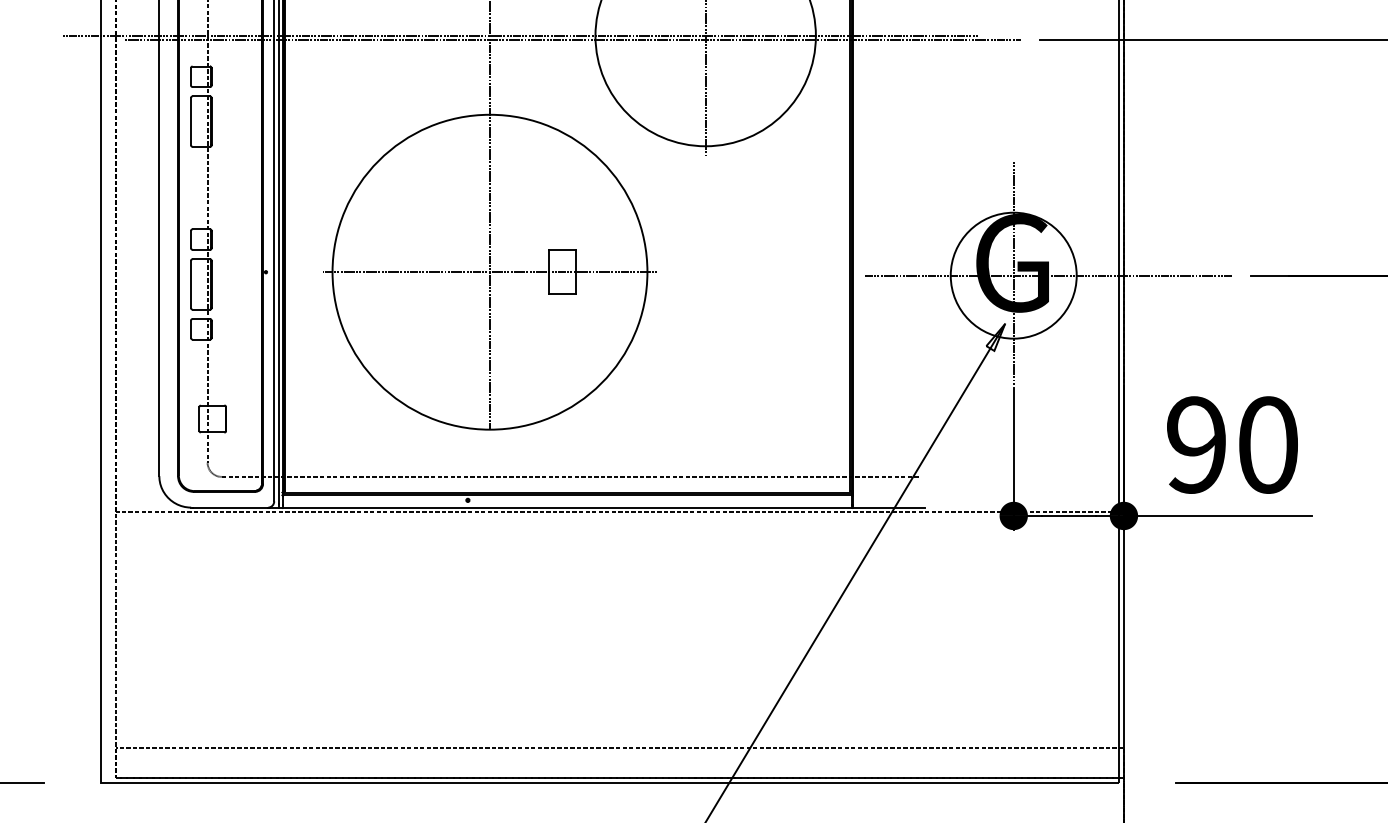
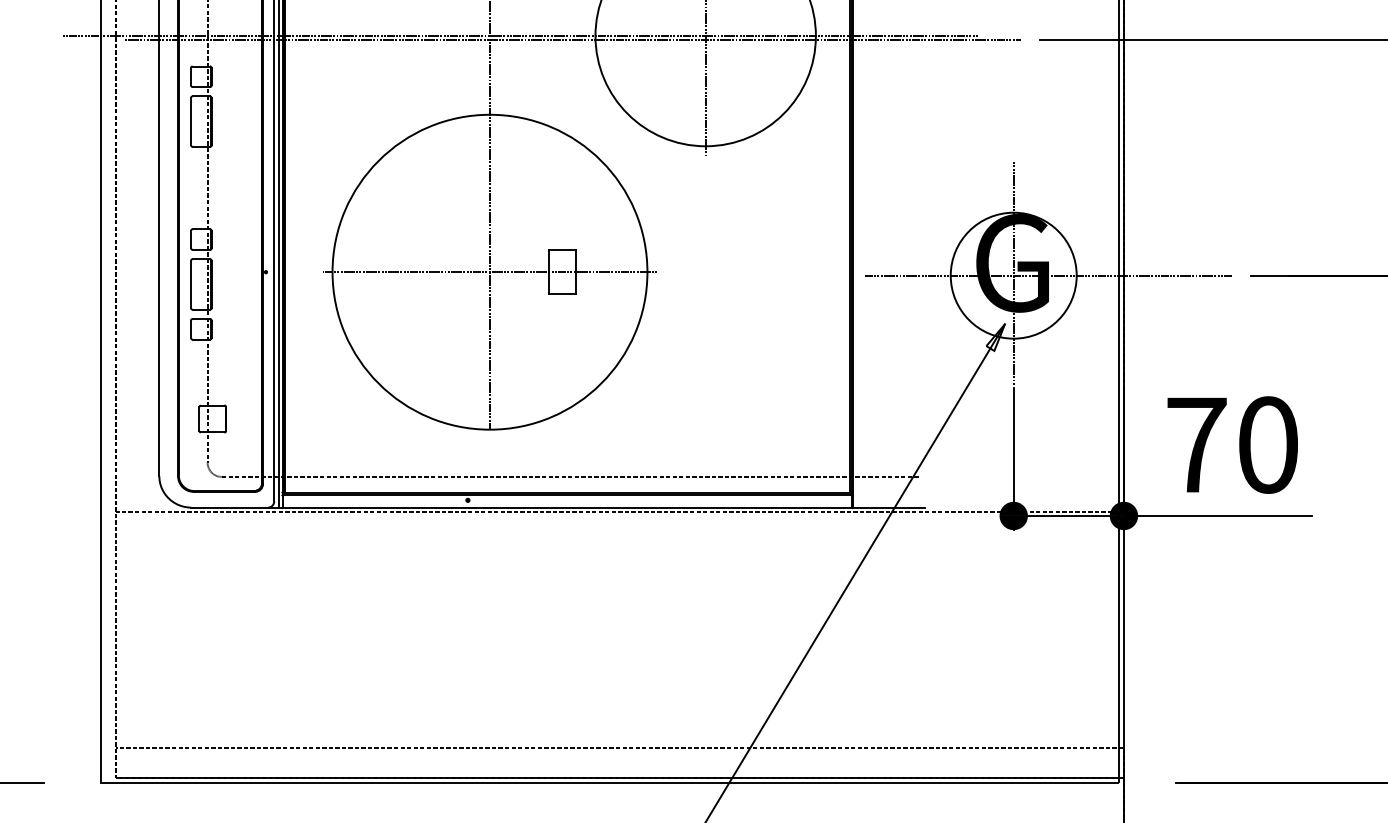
text at (1196, 444): 90 -> 70
